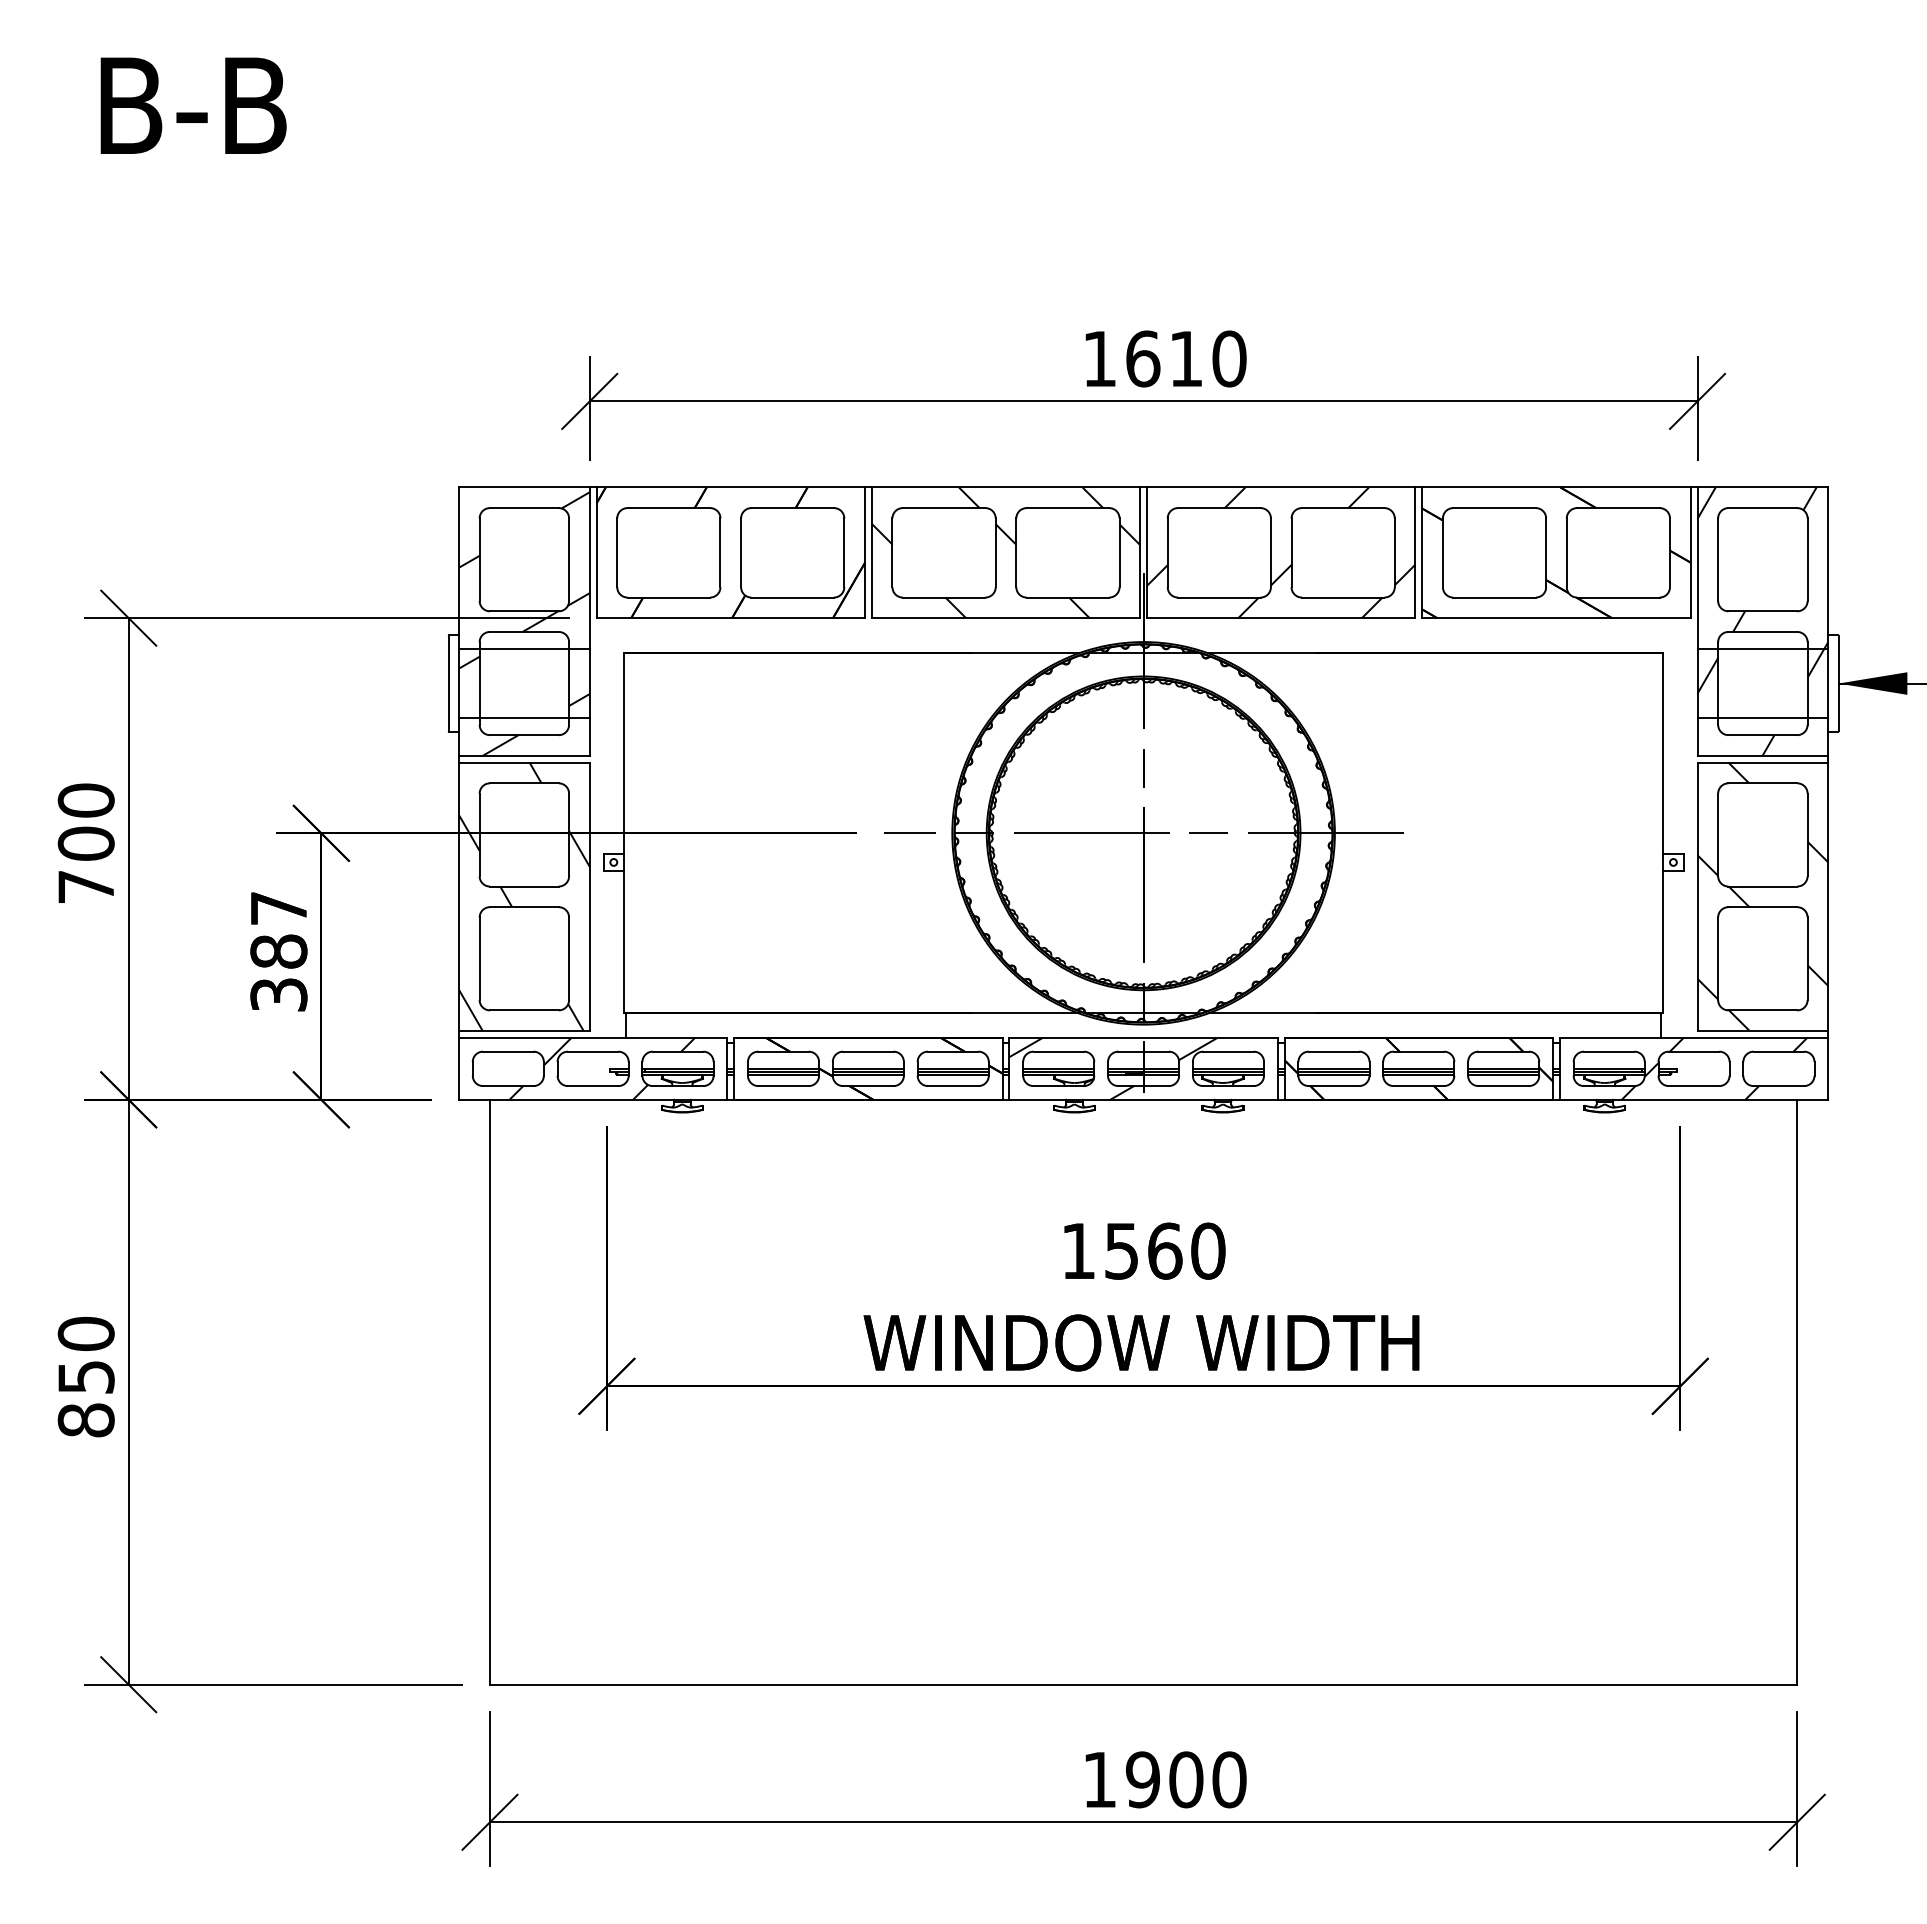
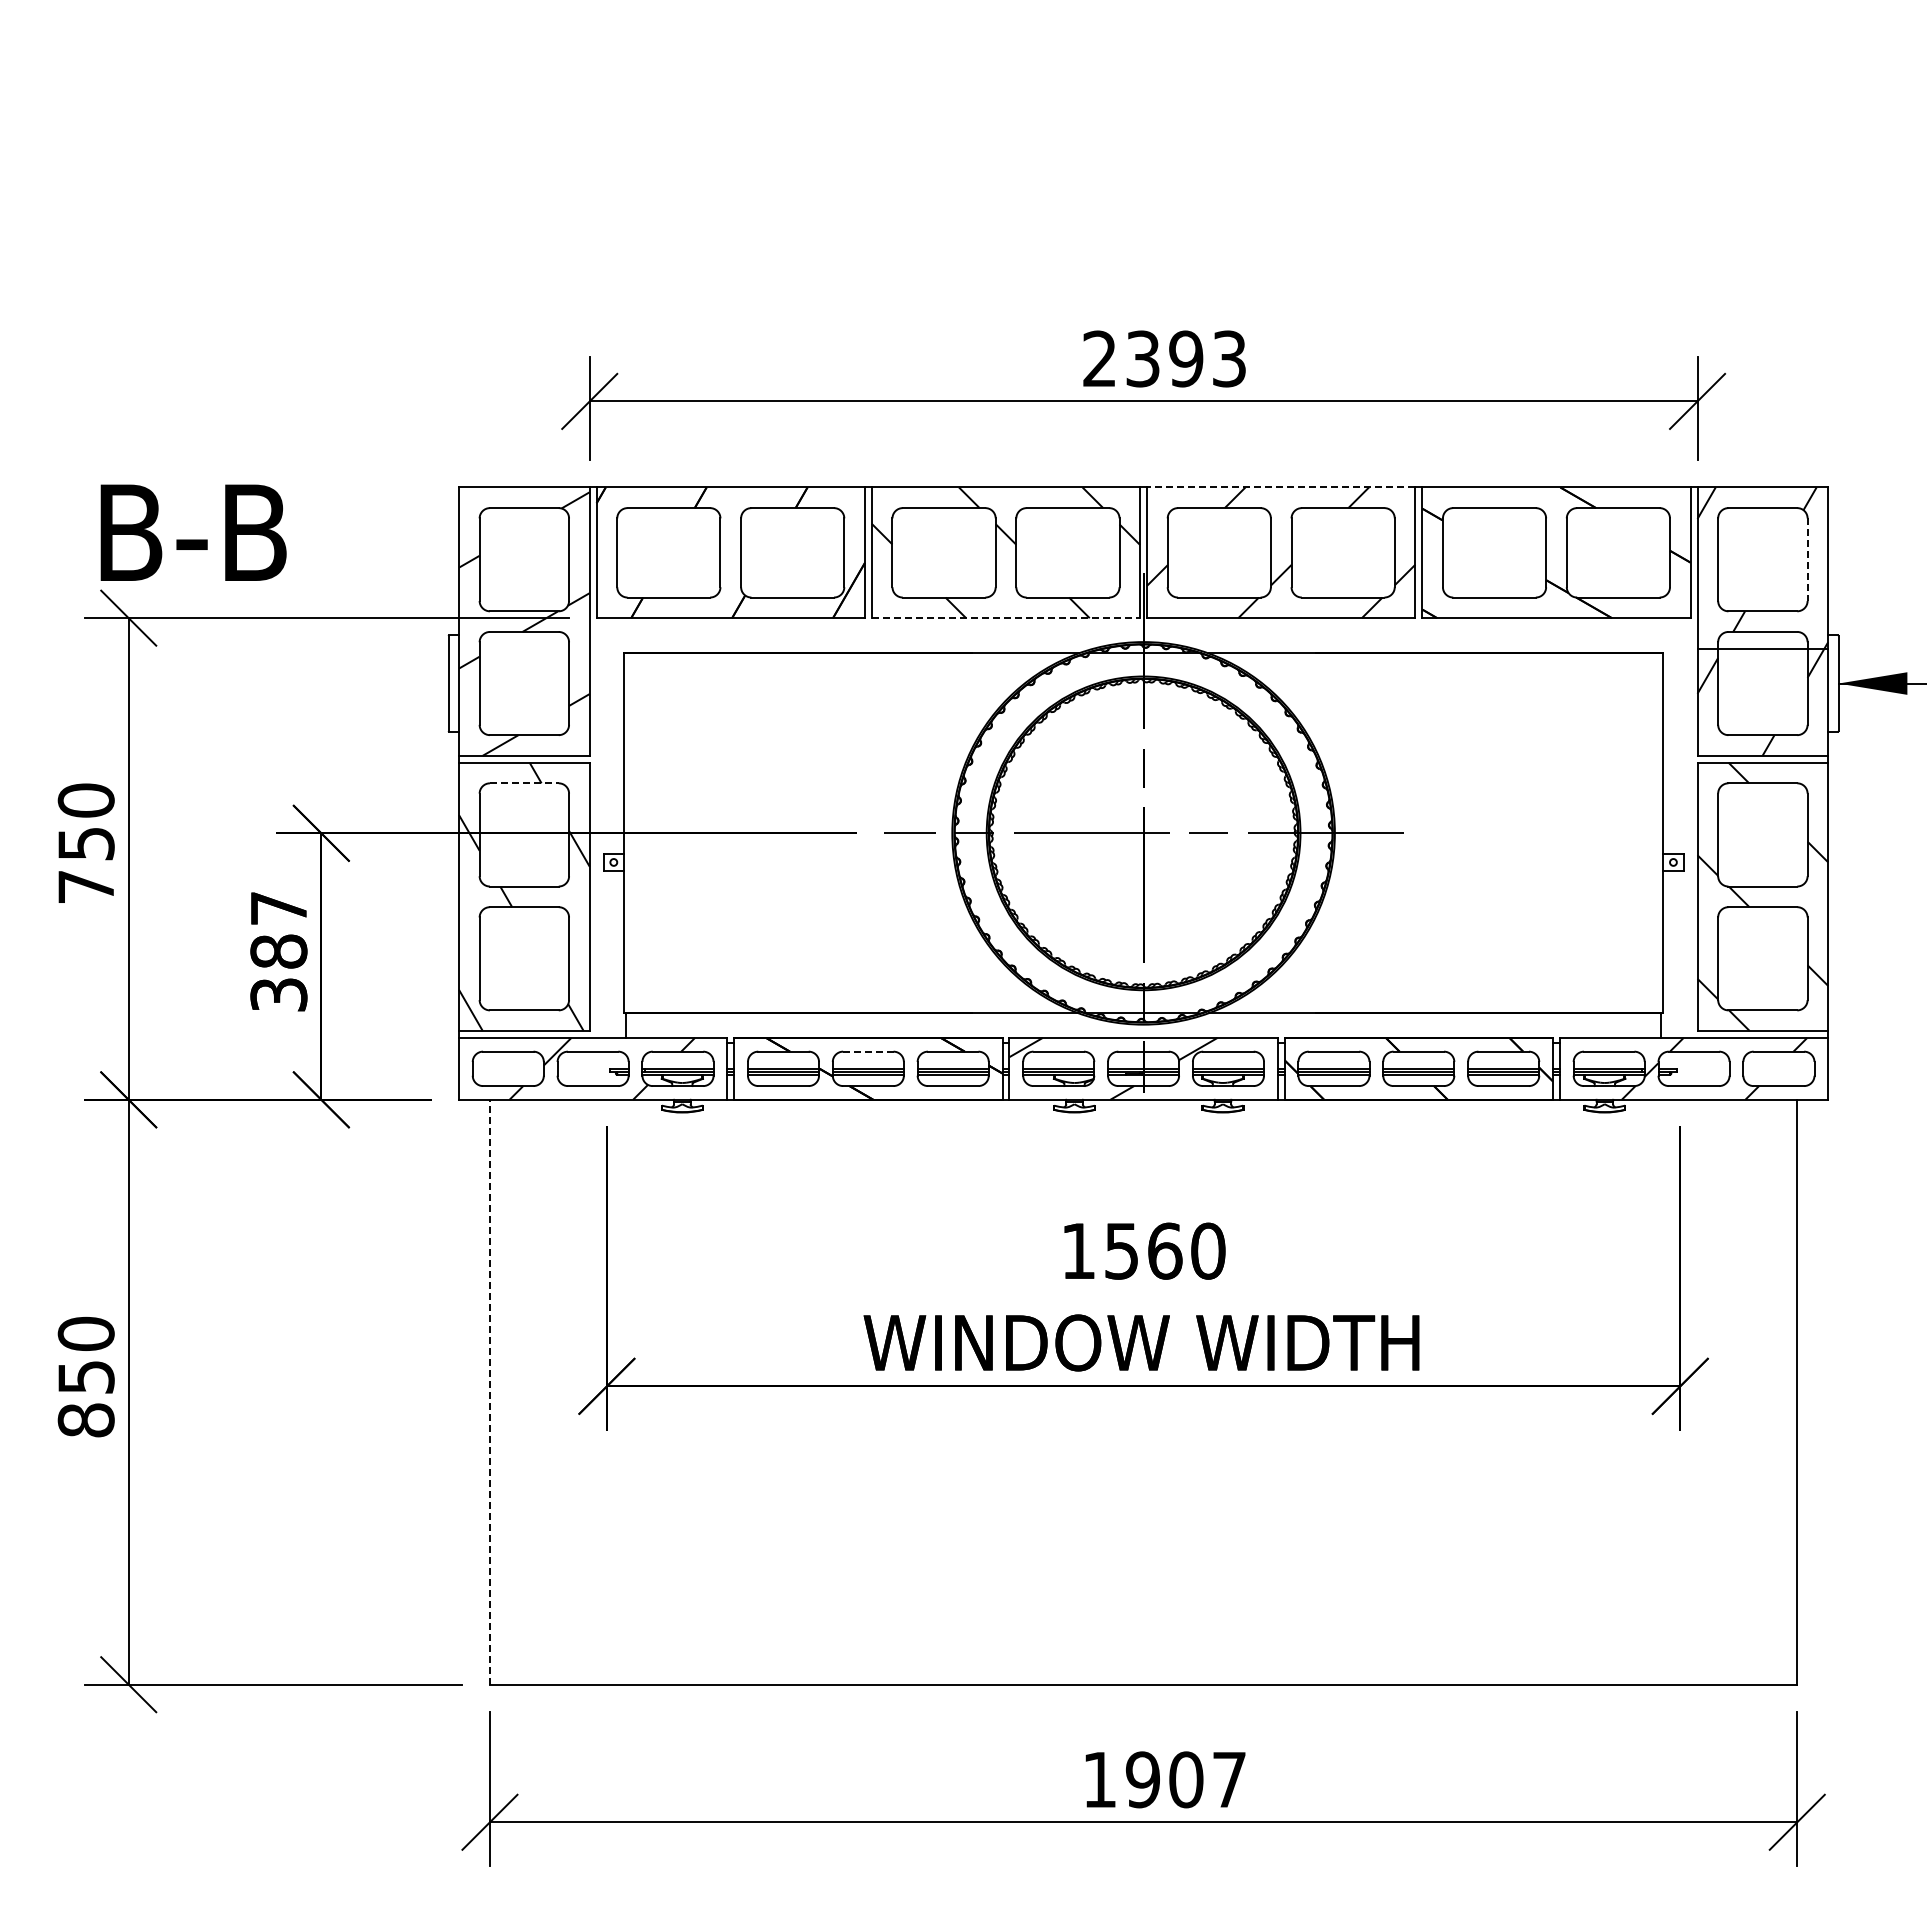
text at (193, 105) position: (193, 105) -> (193, 532)
text at (1164, 358): 1610 -> 2393
line at (1280, 487): solid -> dashed
line at (1807, 560): solid -> dashed
line at (1006, 618): solid -> dashed
line at (524, 649): present -> none
line at (524, 717): present -> none
line at (1762, 717): present -> none
line at (524, 783): solid -> dashed
text at (85, 843): 700 -> 750
line at (868, 1051): solid -> dashed
line at (489, 1391): solid -> dashed
text at (1229, 1779): 1900 -> 1907
